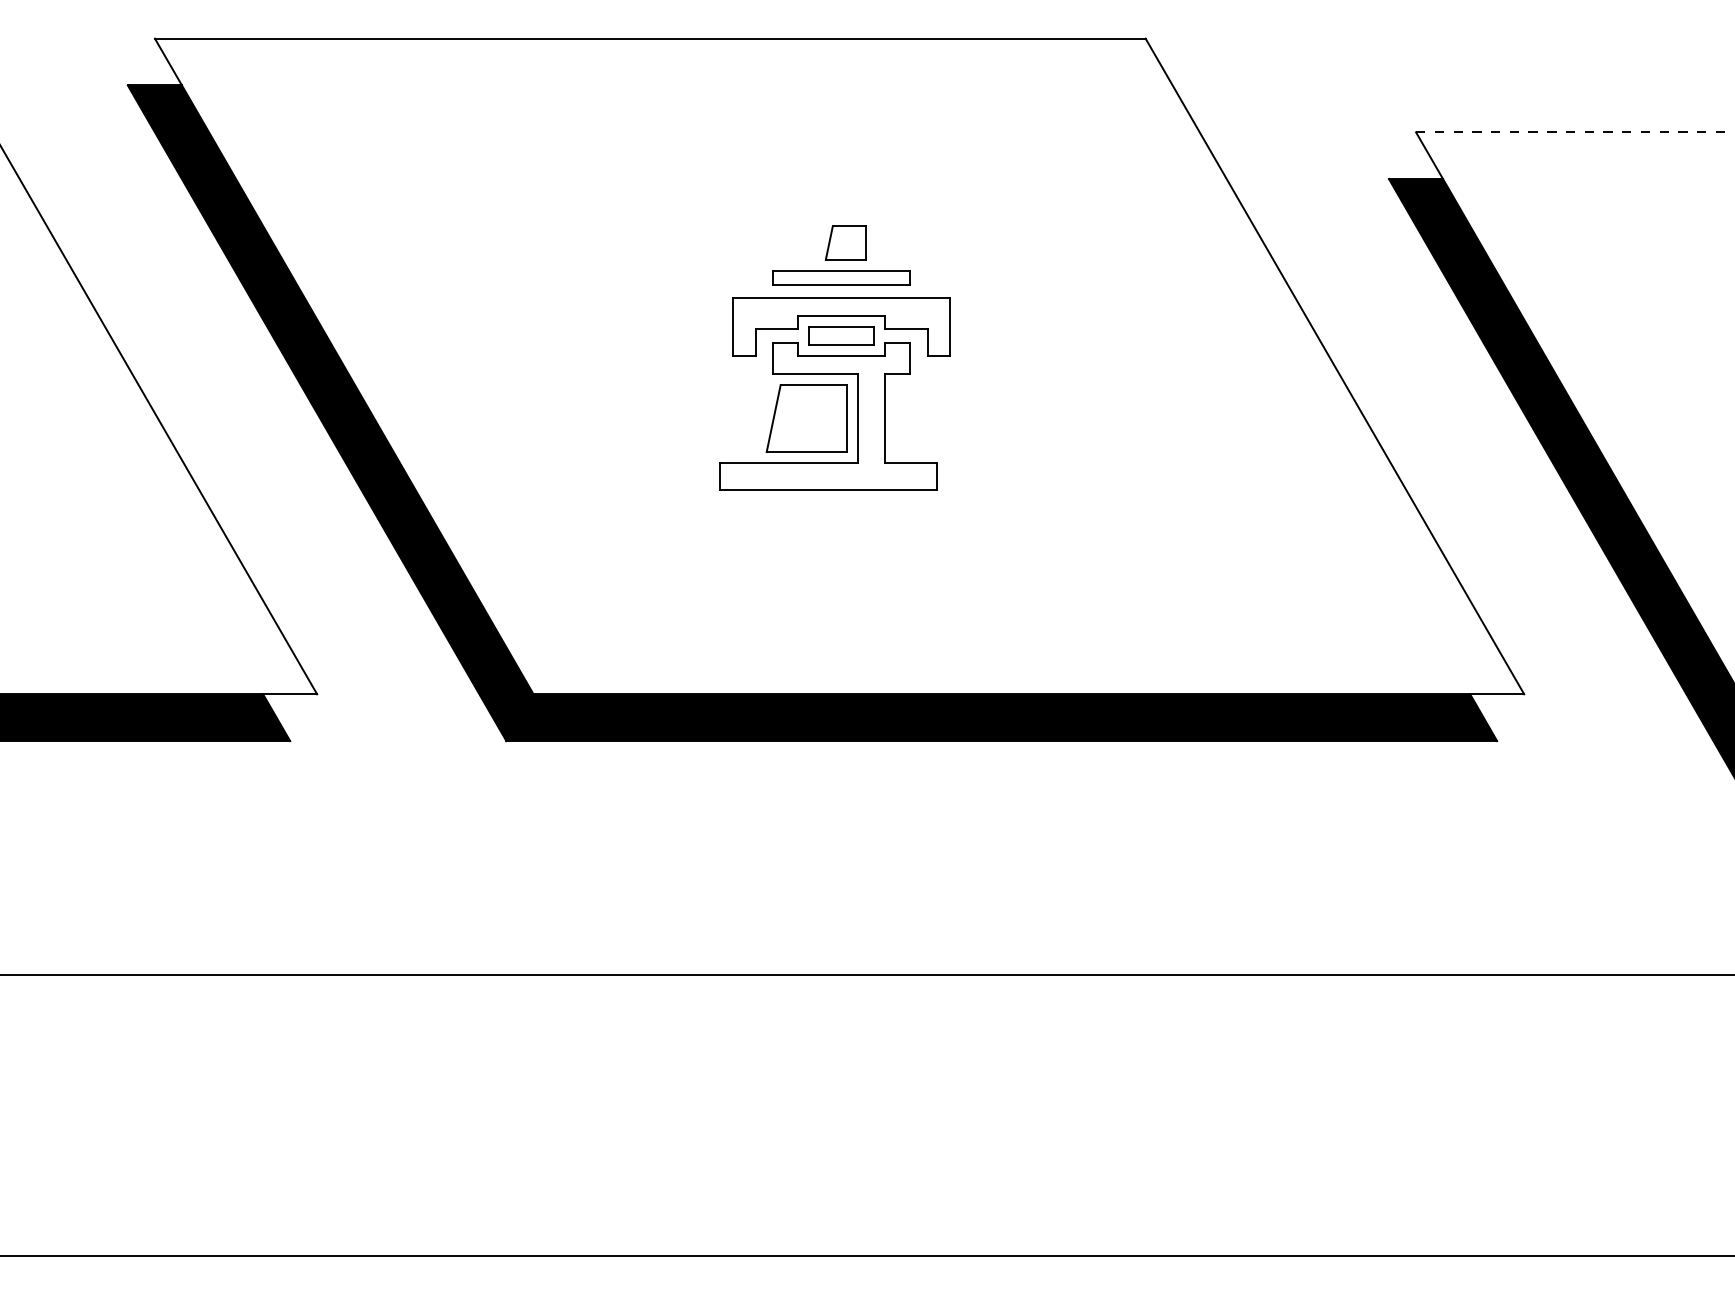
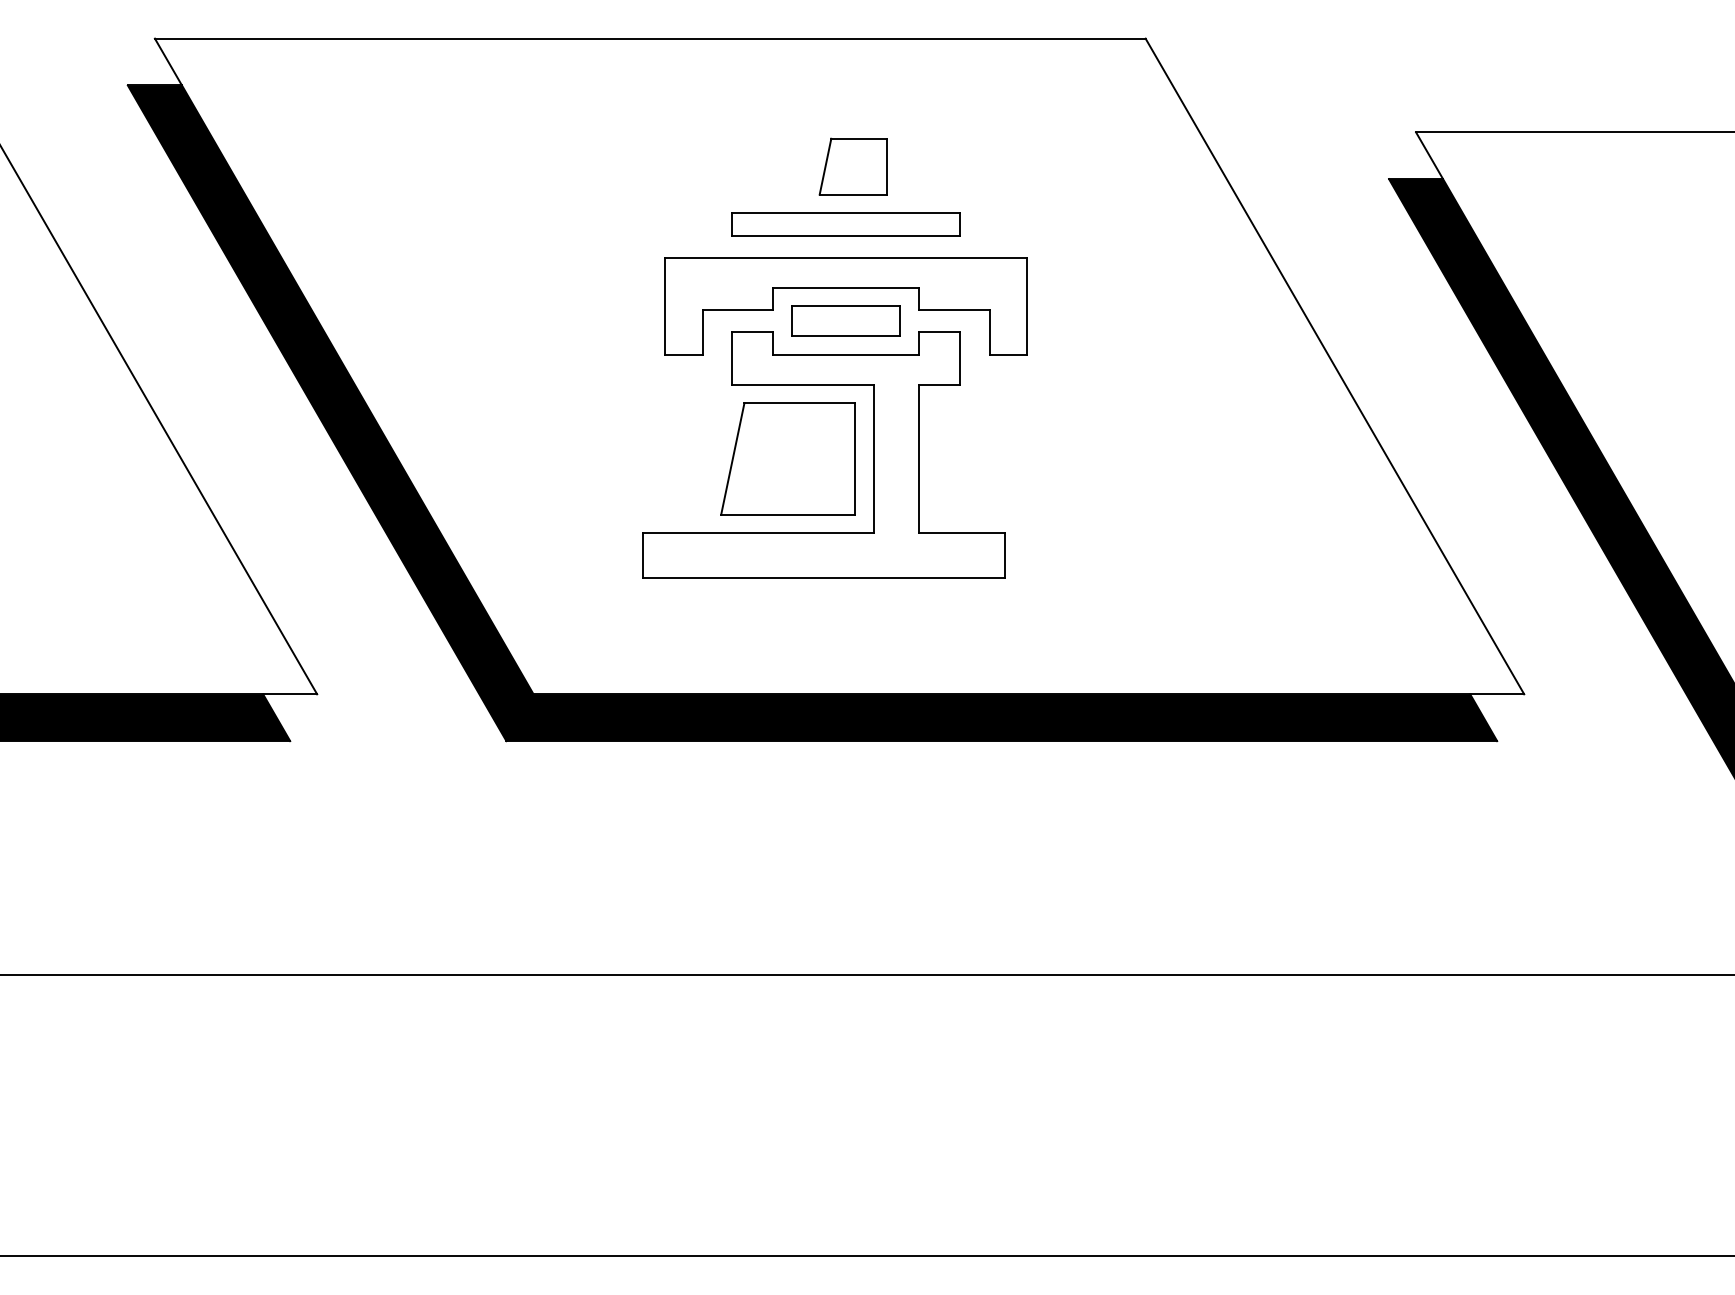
line at (1576, 132): dashed -> solid
part at (834, 357) size: 232x266 px -> 386x442 px
